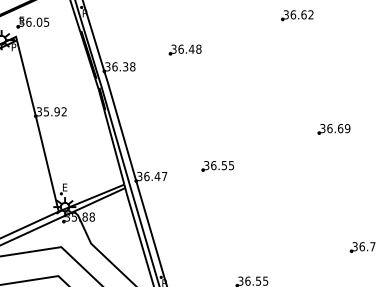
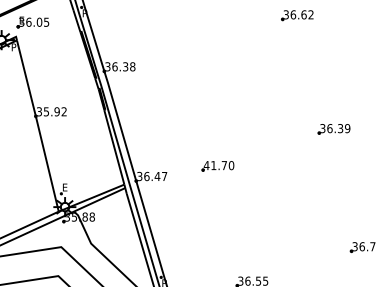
part at (184, 49): present -> none
text at (340, 128): 36.69 -> 36.39
text at (218, 165): 36.55 -> 41.70
